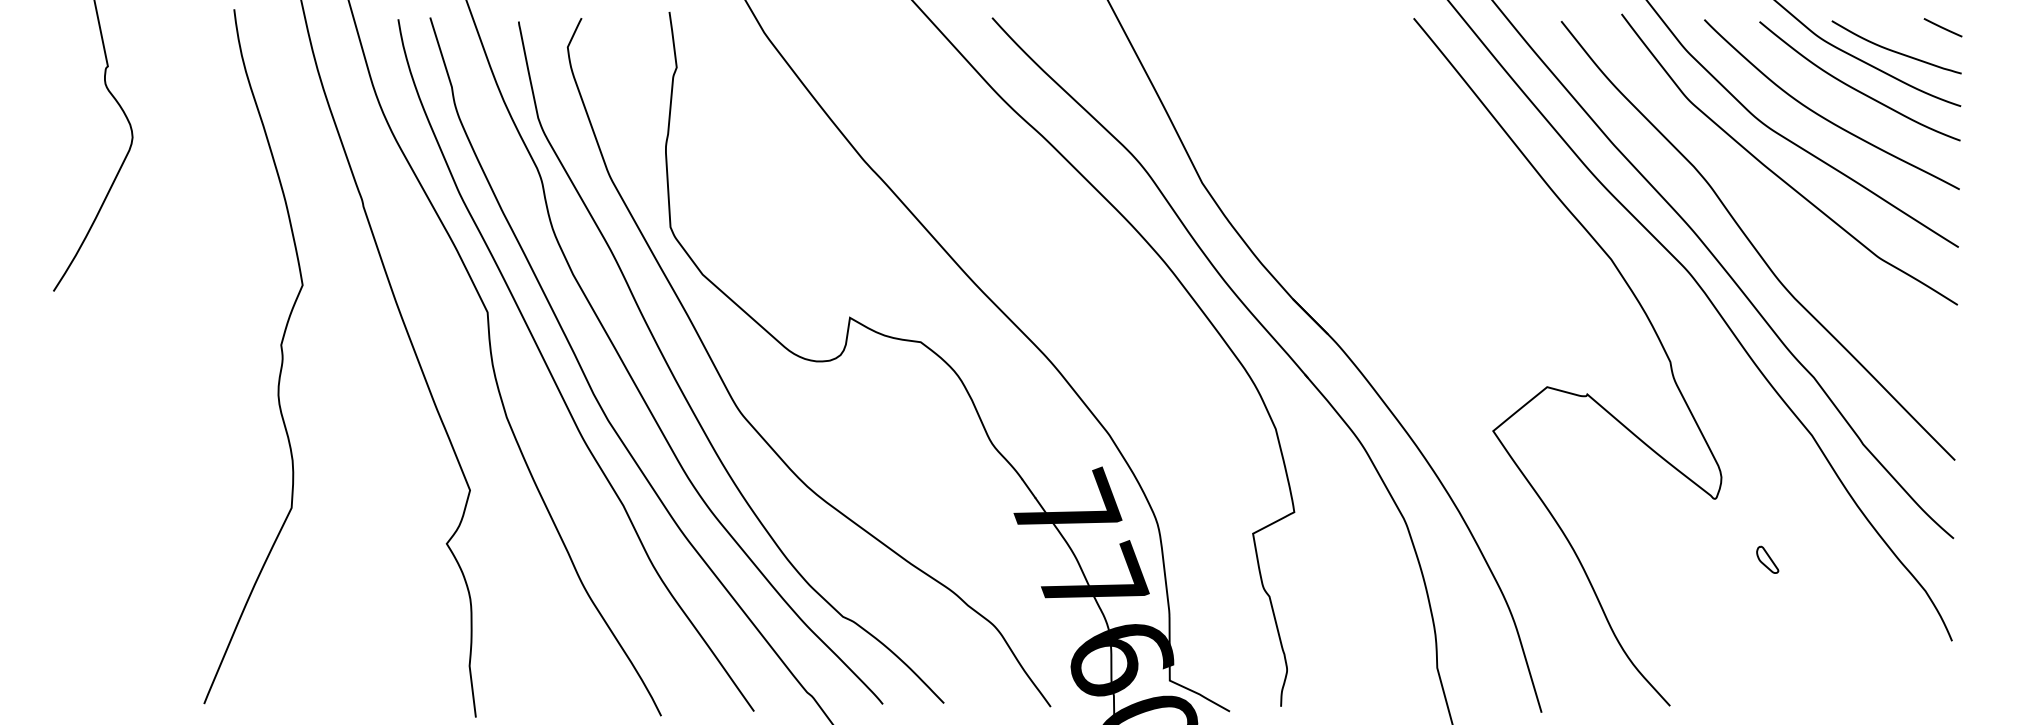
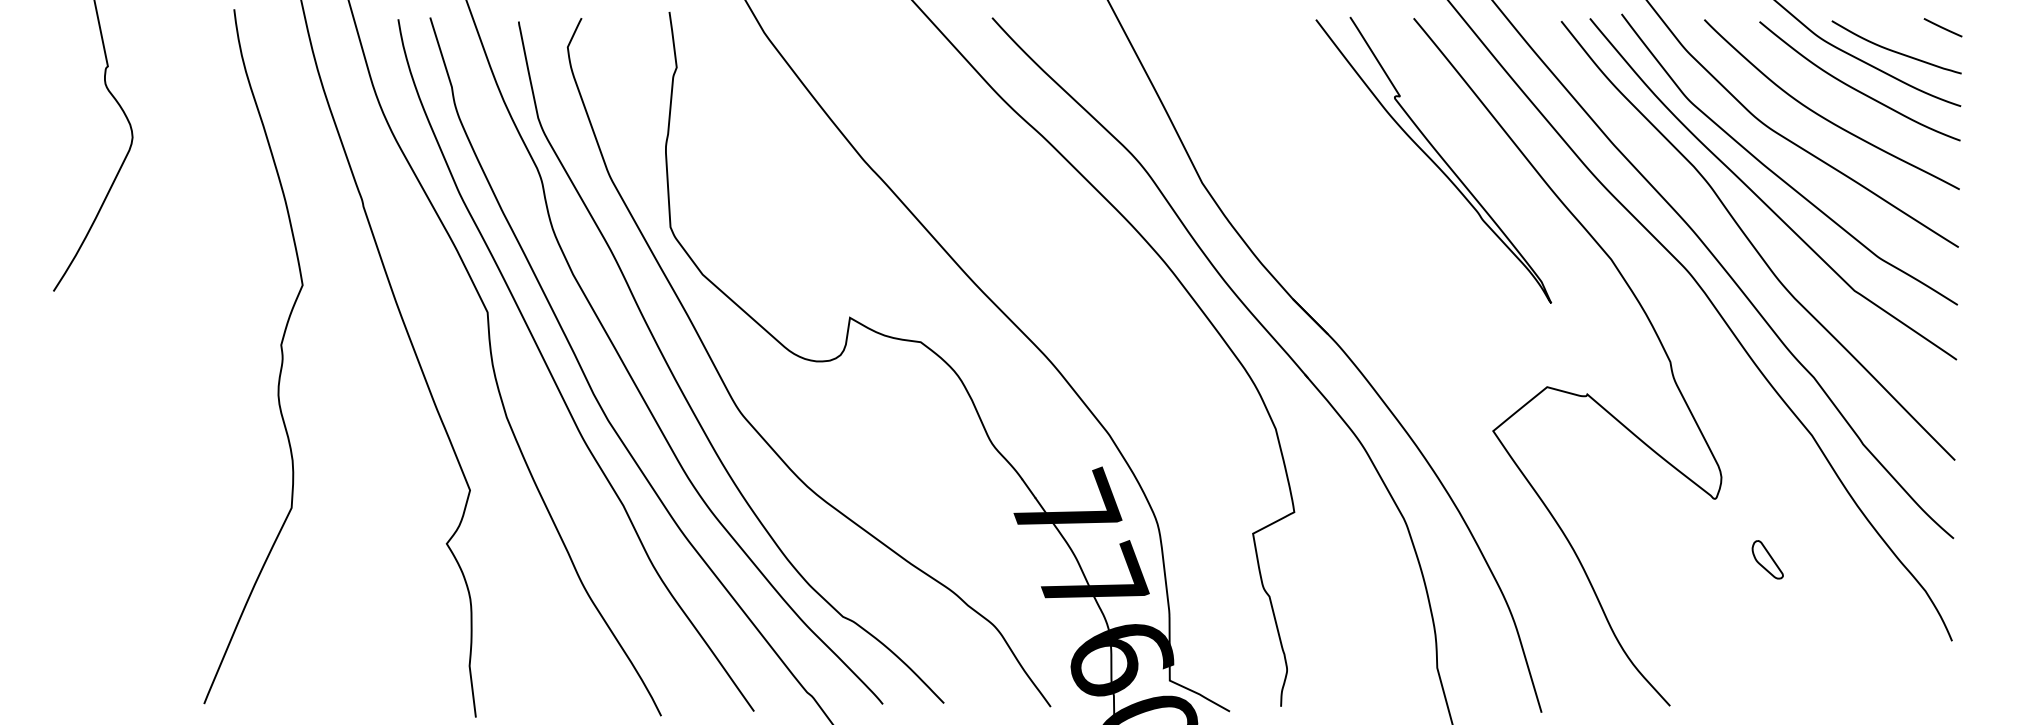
curve at (1432, 159): none -> present
curve at (1762, 199): none -> present
part at (1767, 559) size: 24x29 px -> 33x40 px
